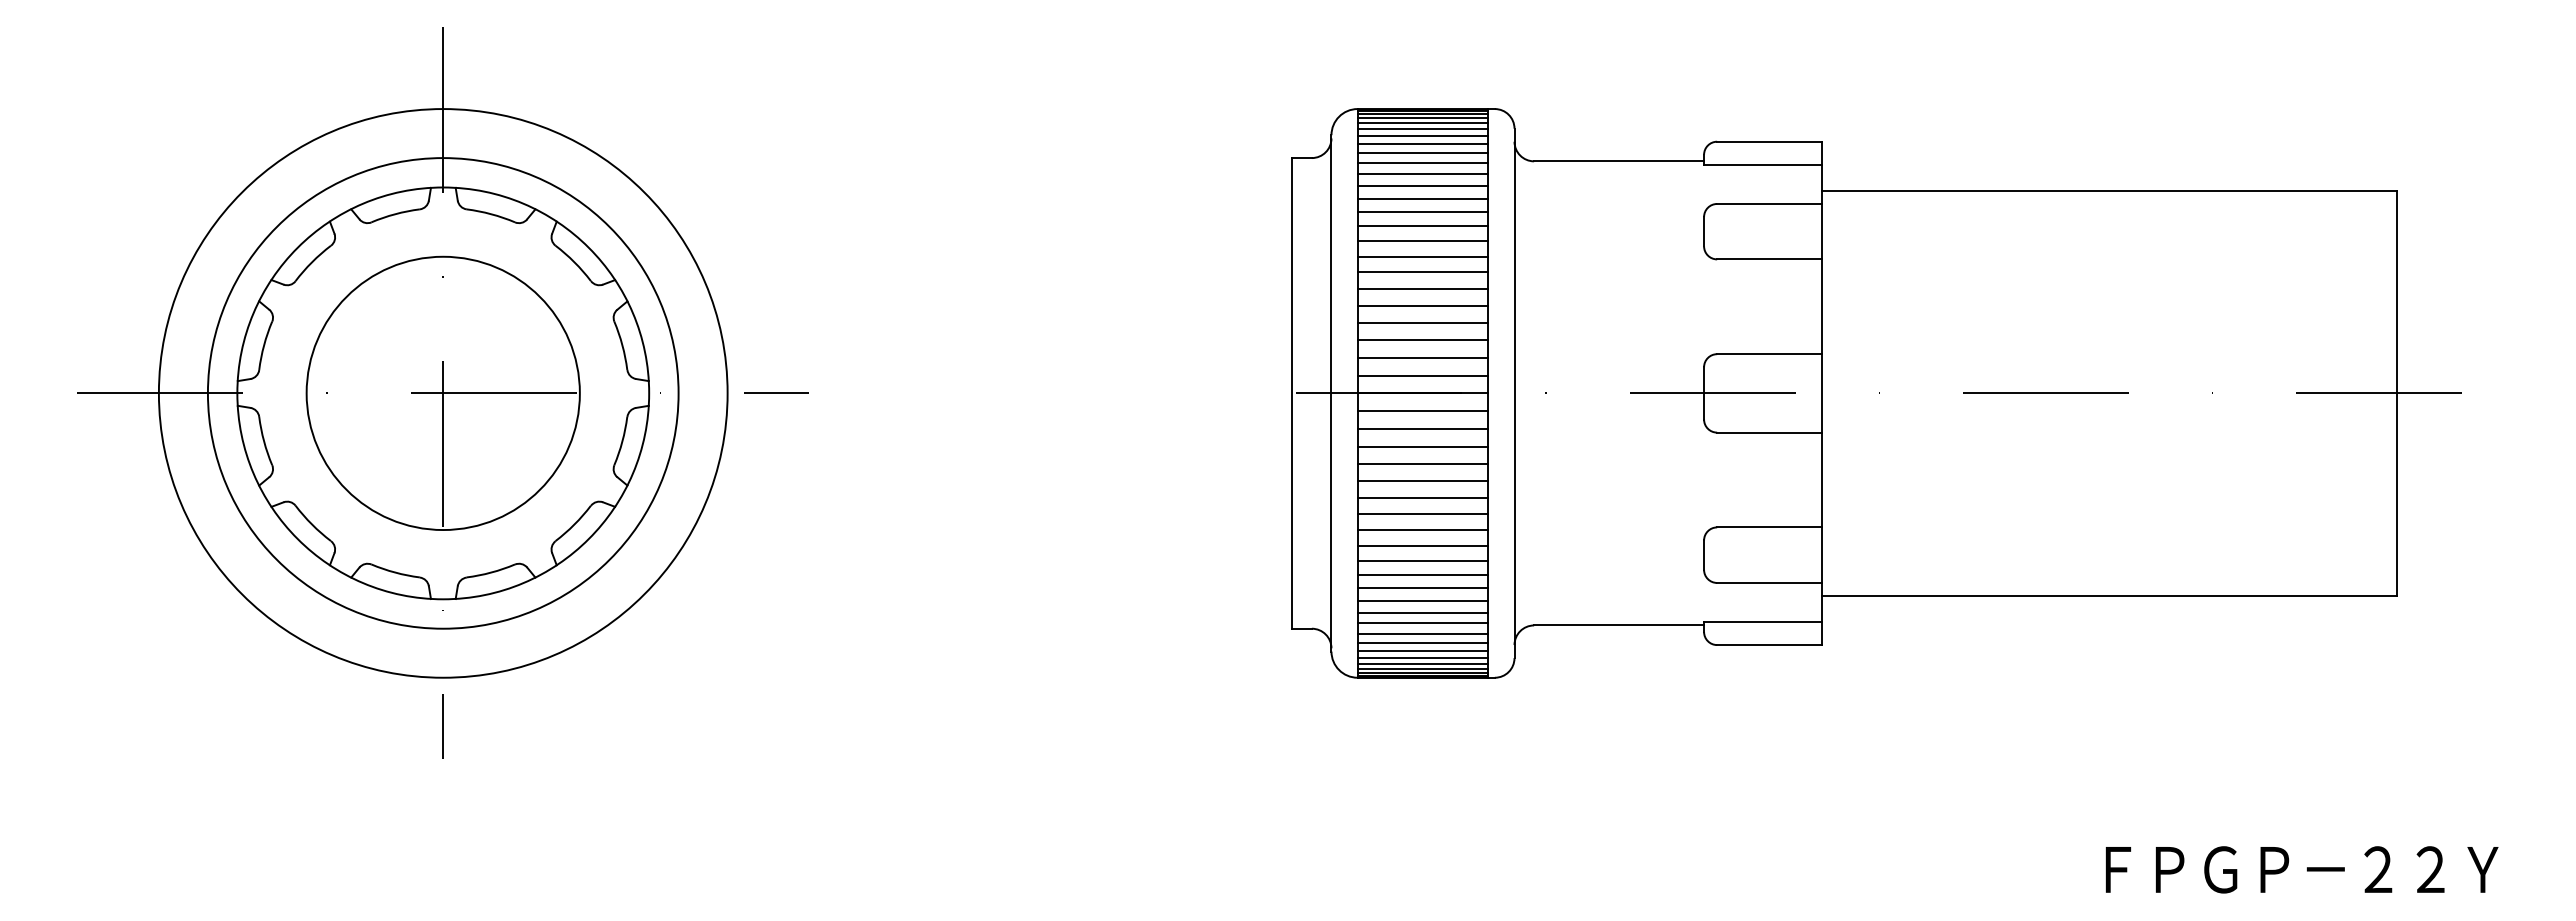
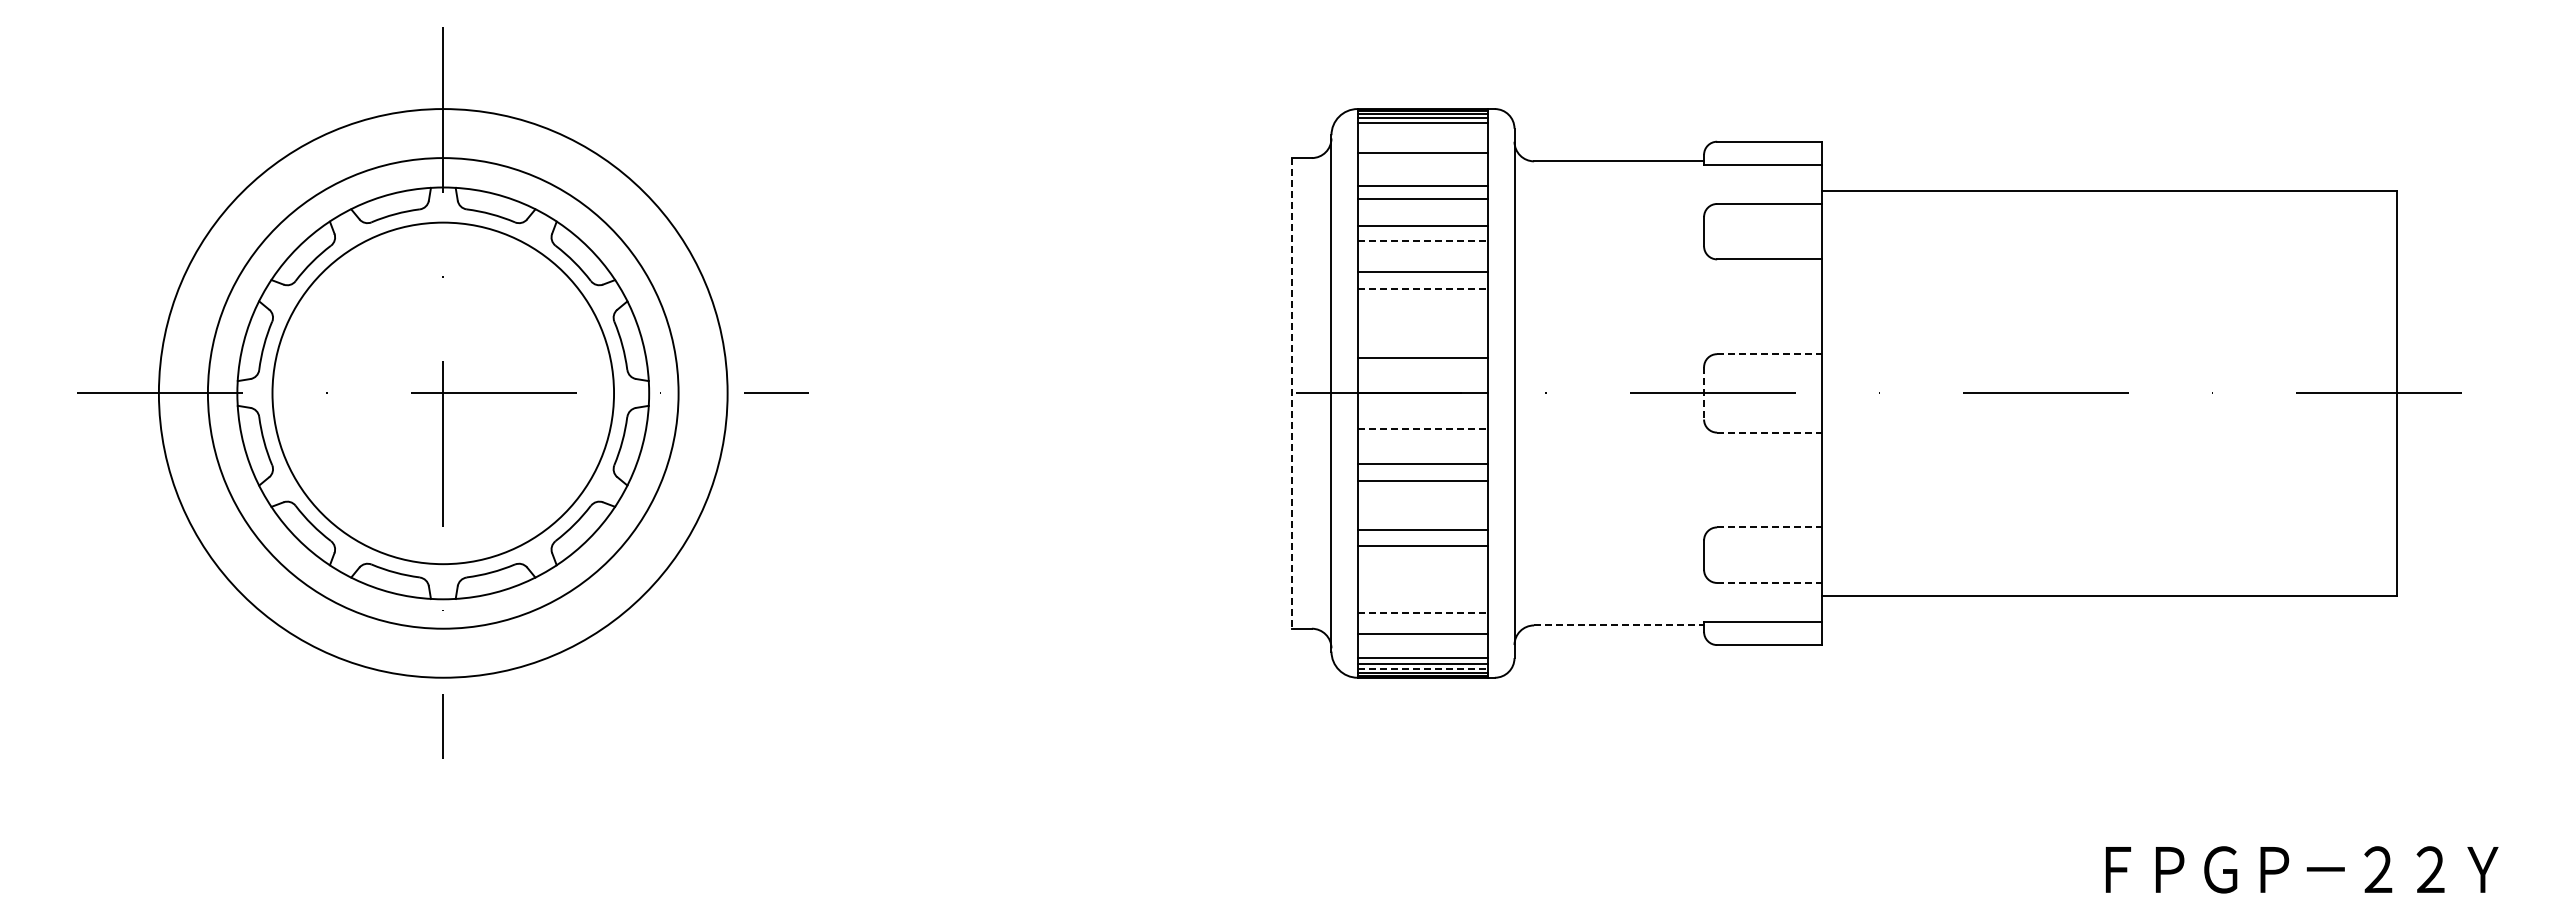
line at (1422, 129): present -> none
line at (1422, 136): present -> none
line at (1422, 144): present -> none
line at (1422, 163): present -> none
line at (1422, 174): present -> none
line at (1422, 212): present -> none
line at (1423, 241): solid -> dashed
line at (1422, 256): present -> none
line at (1423, 288): solid -> dashed
line at (1422, 305): present -> none
line at (1422, 322): present -> none
line at (1422, 340): present -> none
line at (1769, 354): solid -> dashed
line at (1422, 375): present -> none
circle at (442, 393) diameter: 273 px -> 342 px
line at (1292, 393): solid -> dashed
line at (1704, 393): solid -> dashed
line at (1422, 411): present -> none
line at (1423, 429): solid -> dashed
line at (1769, 432): solid -> dashed
line at (1422, 446): present -> none
line at (1422, 498): present -> none
line at (1422, 514): present -> none
line at (1769, 527): solid -> dashed
line at (1422, 560): present -> none
line at (1422, 574): present -> none
line at (1769, 582): solid -> dashed
line at (1422, 588): present -> none
line at (1422, 600): present -> none
line at (1423, 612): solid -> dashed
line at (1422, 623): present -> none
line at (1619, 625): solid -> dashed
line at (1422, 642): present -> none
line at (1422, 650): present -> none
line at (1423, 668): solid -> dashed
